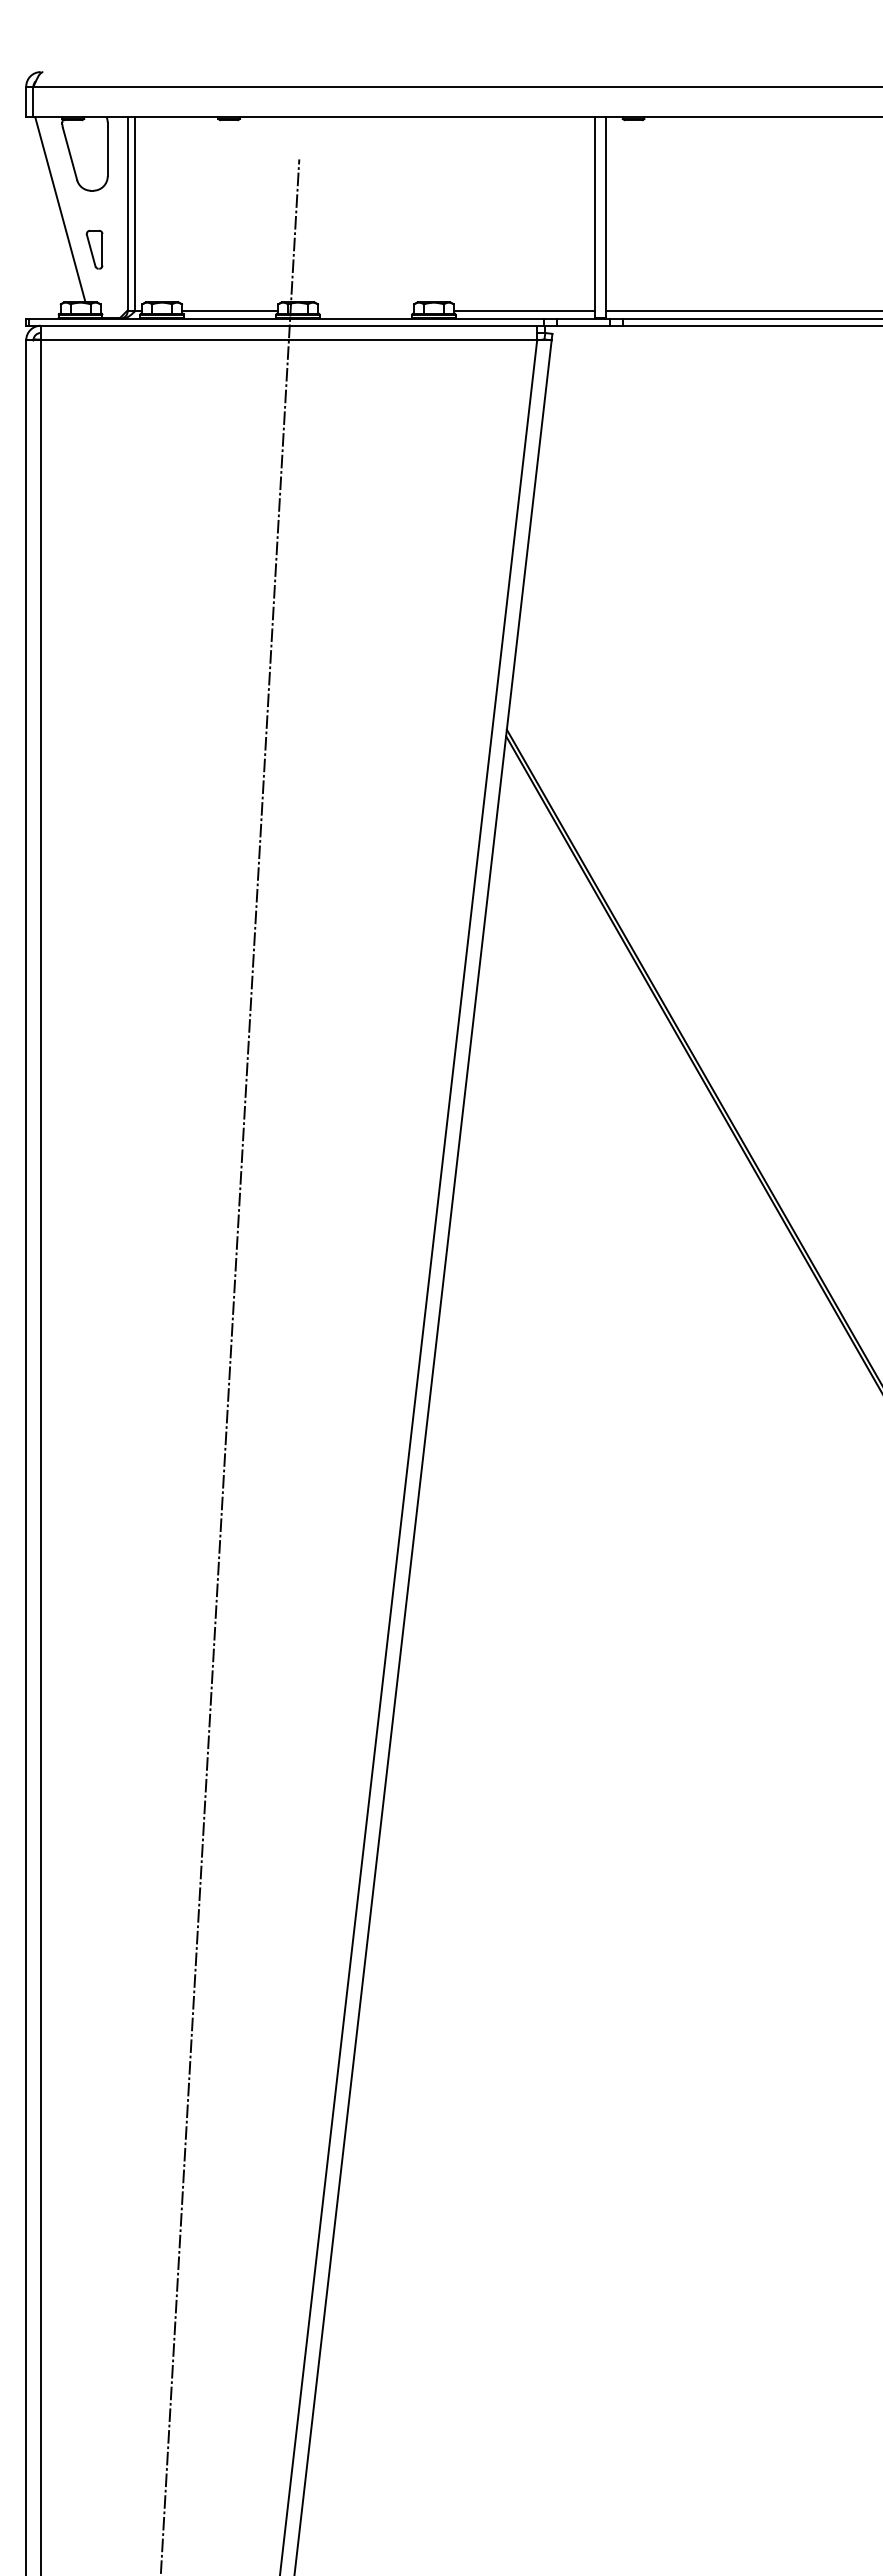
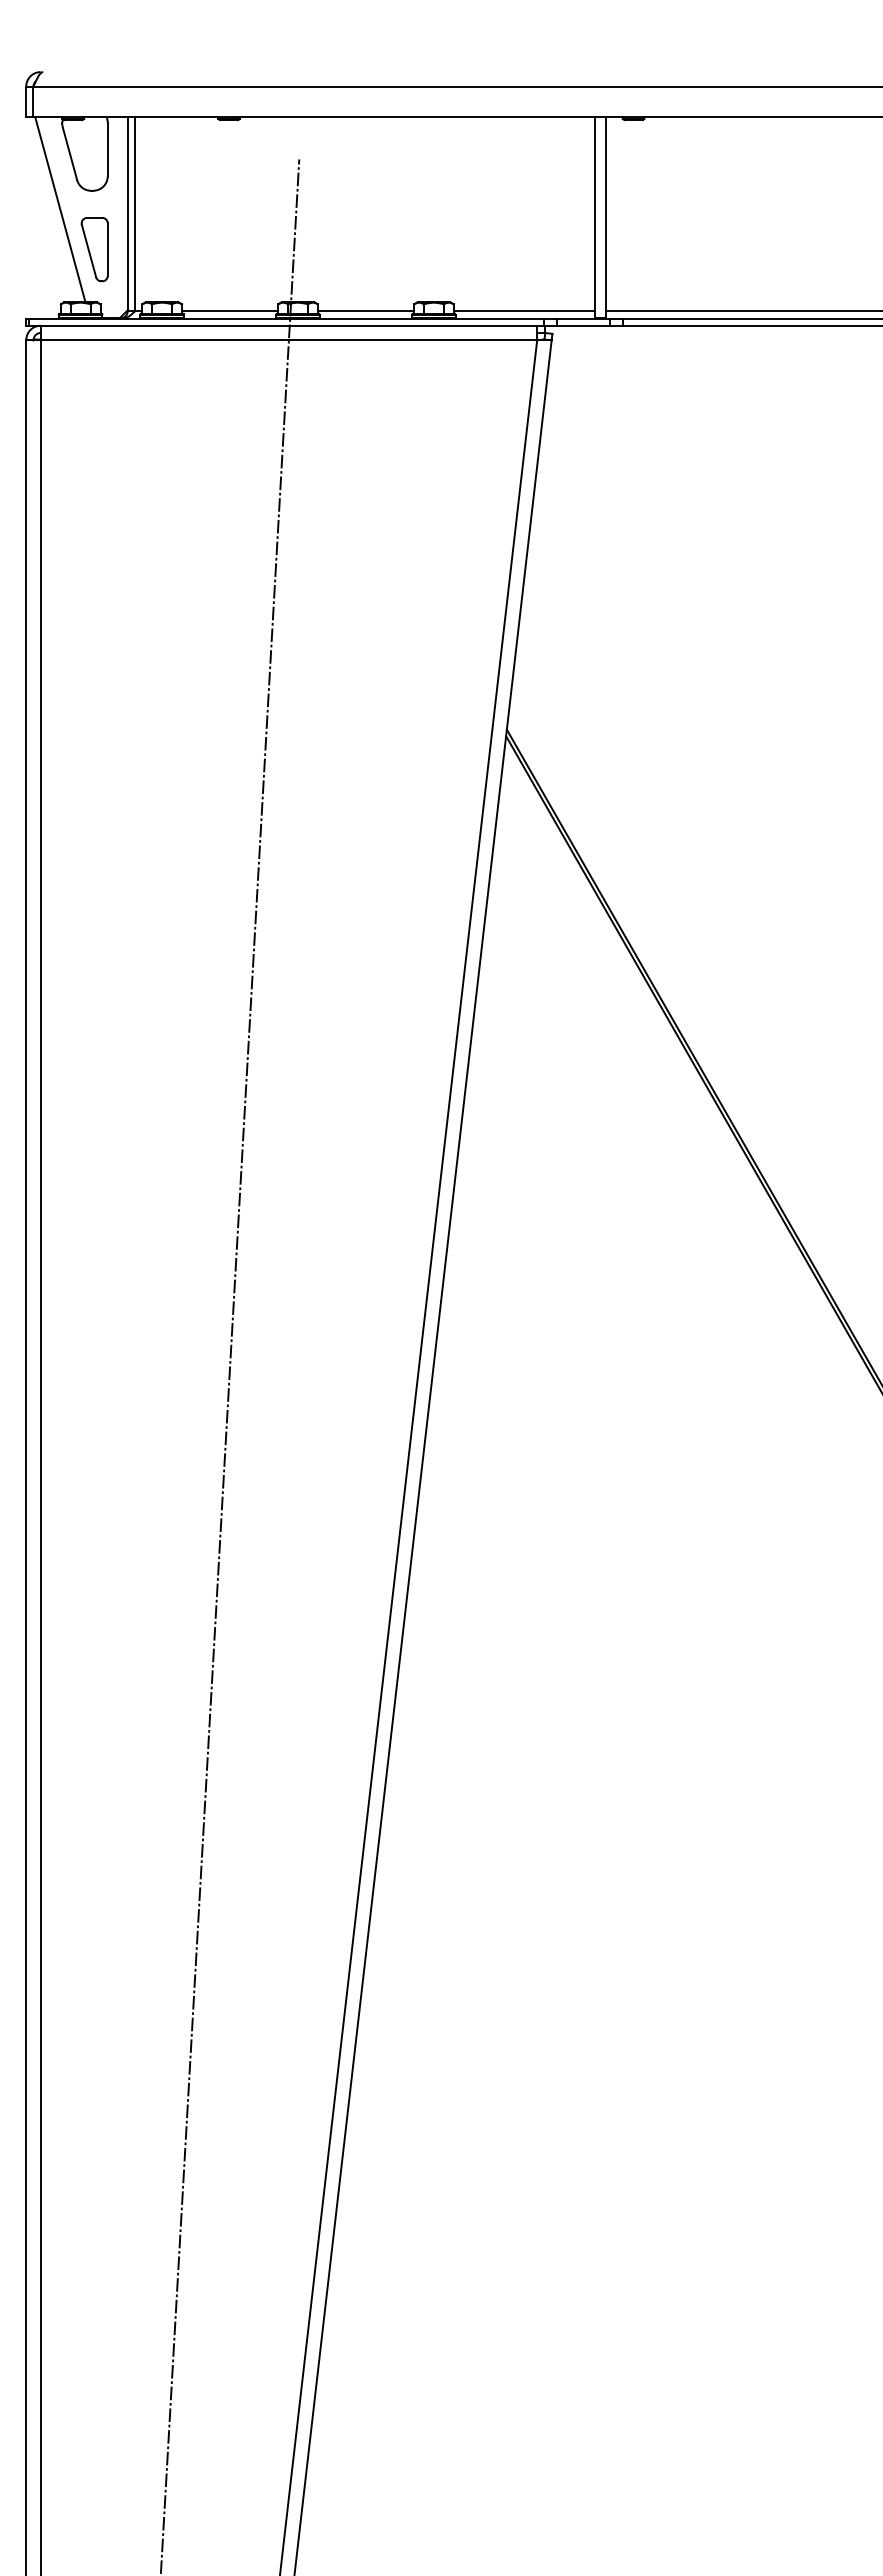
part at (94, 249) size: 19x41 px -> 29x66 px
line at (365, 311): none -> present
